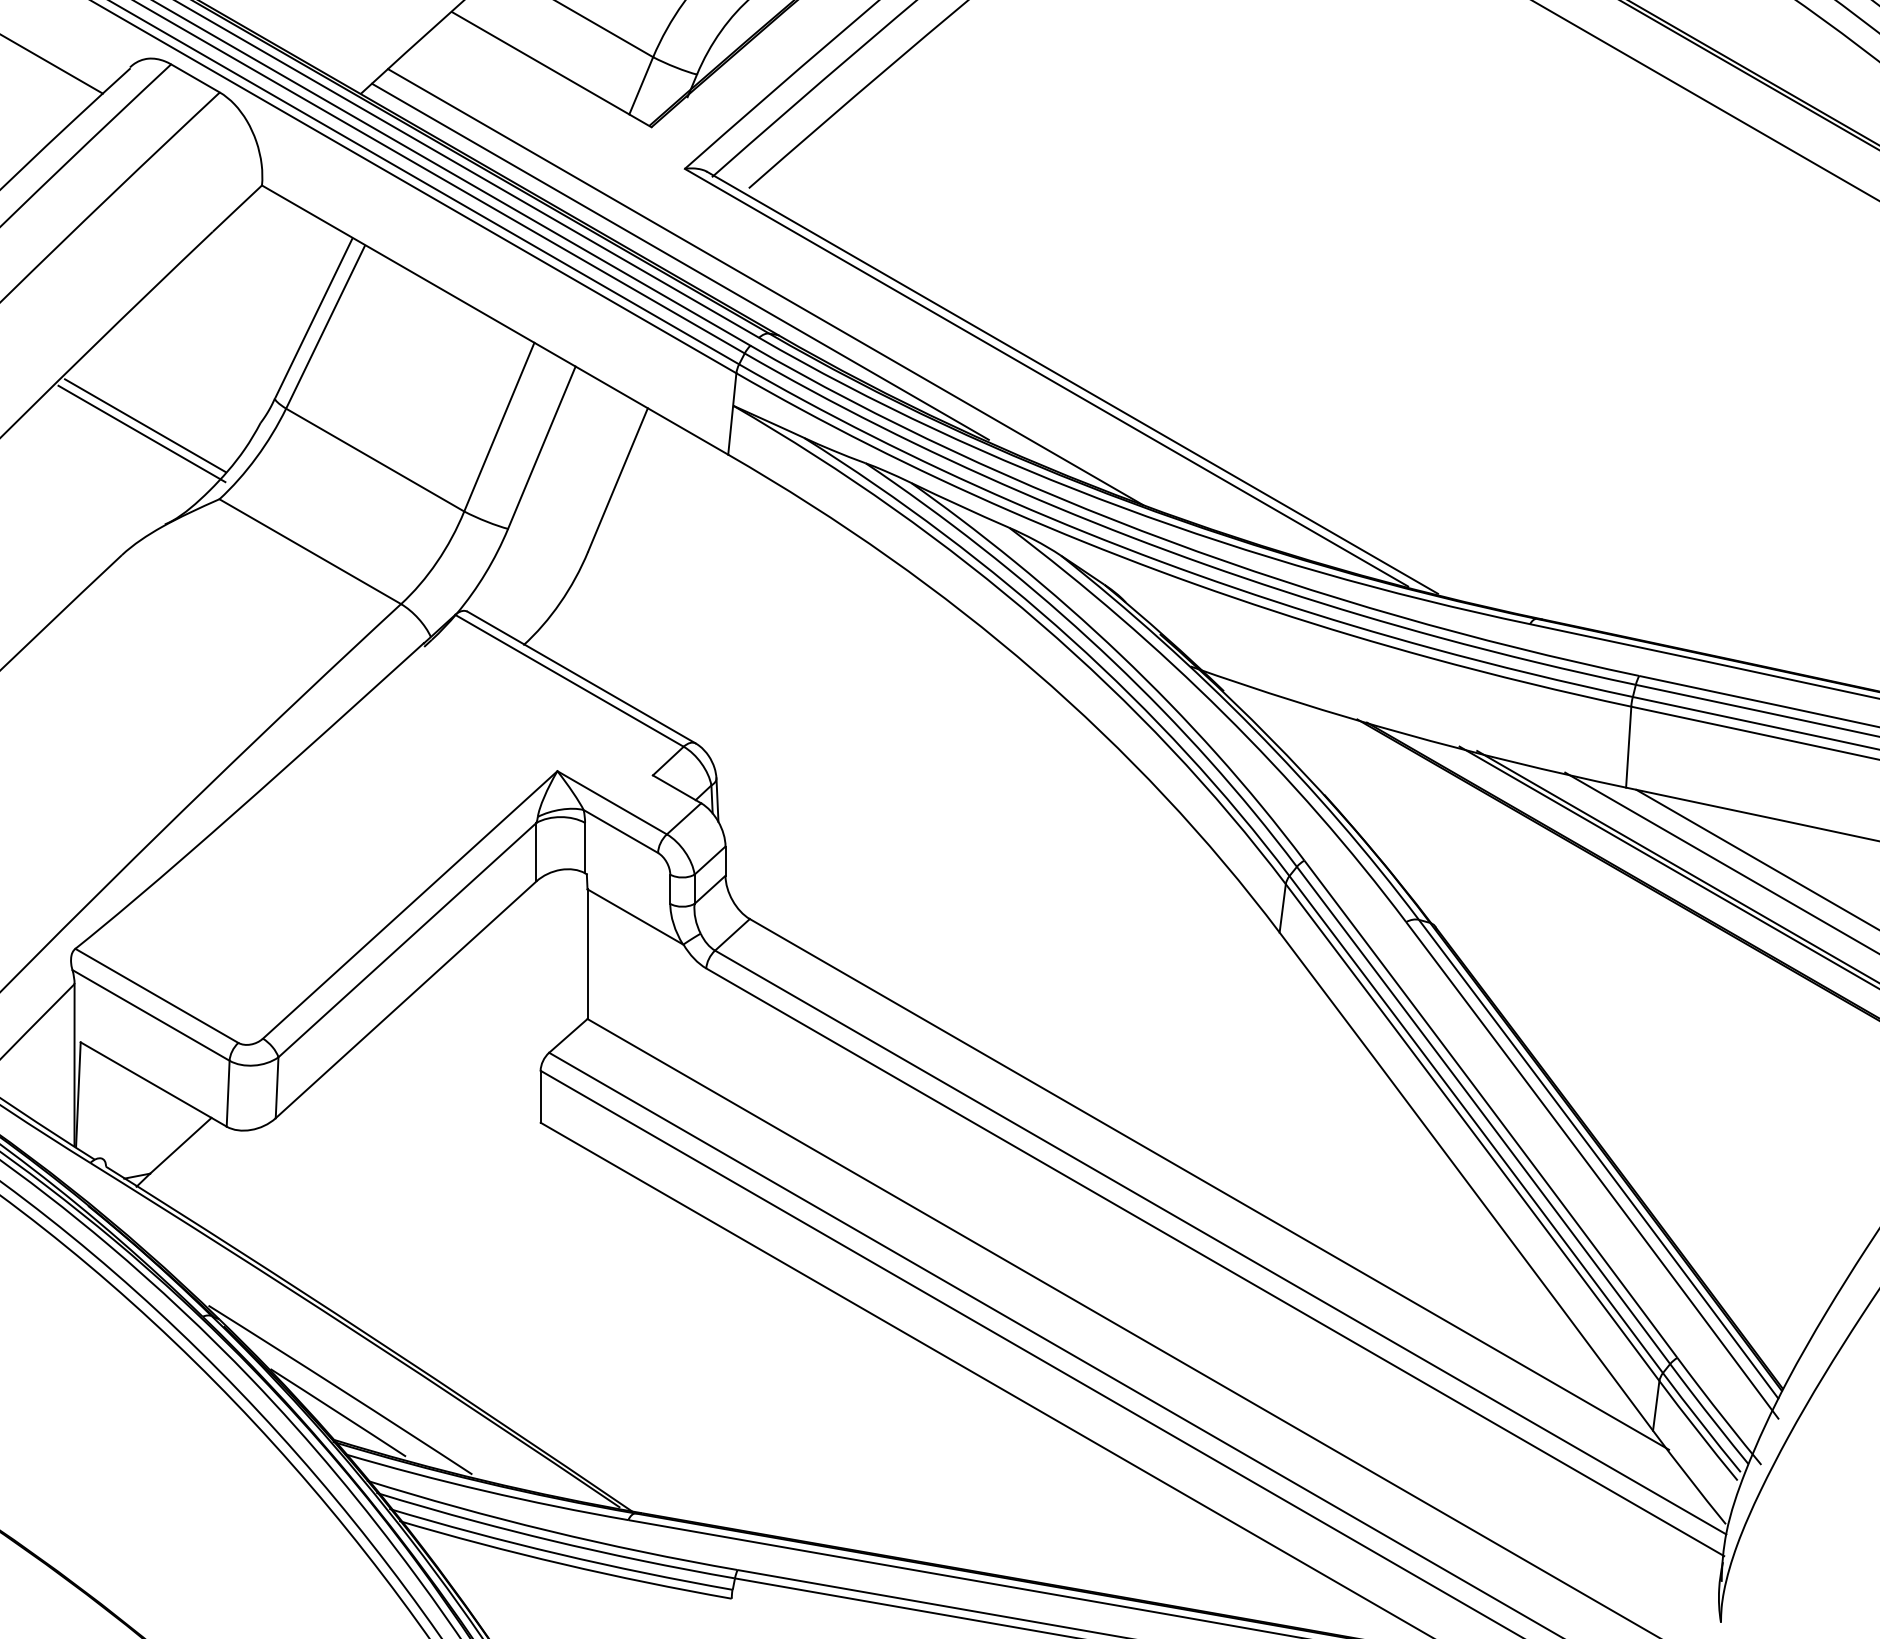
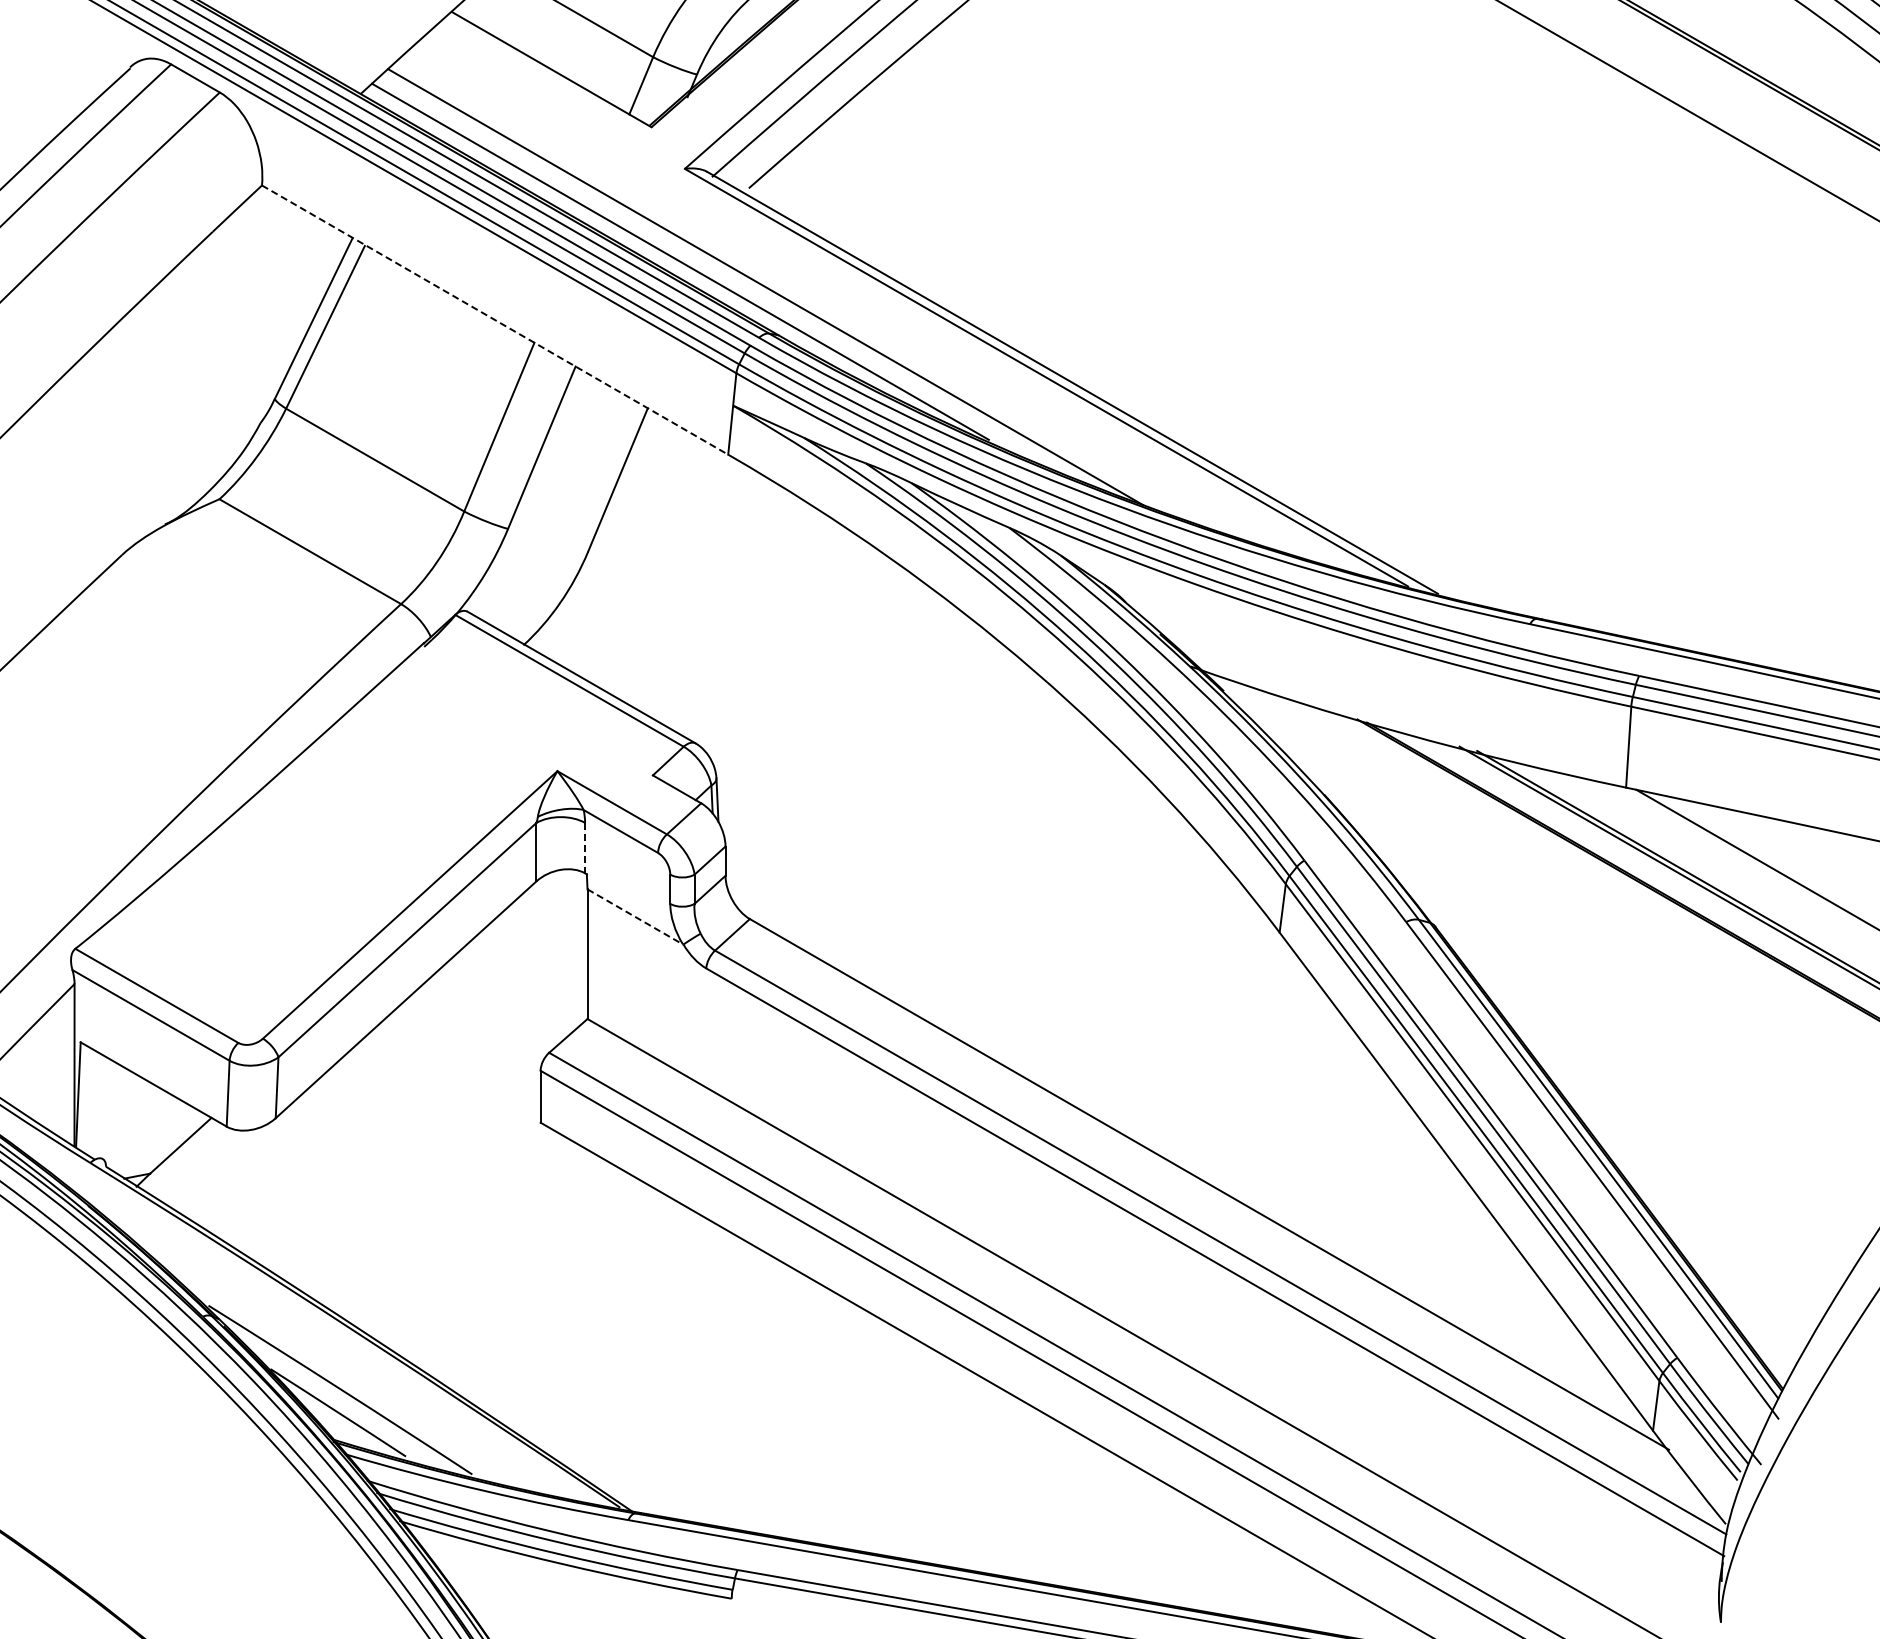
line at (52, 64): present -> none
line at (1705, 100) position: (1705, 100) -> (1688, 110)
line at (495, 320): solid -> dashed
line at (145, 425): present -> none
line at (141, 433): present -> none
line at (585, 848): solid -> dashed
line at (1720, 862): present -> none
line at (635, 917): solid -> dashed
